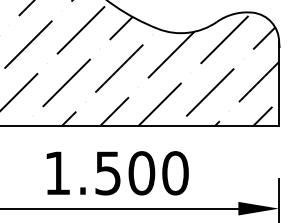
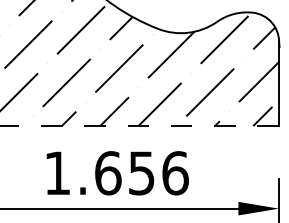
line at (139, 126): solid -> dashed
text at (141, 173): 1.500 -> 1.656
